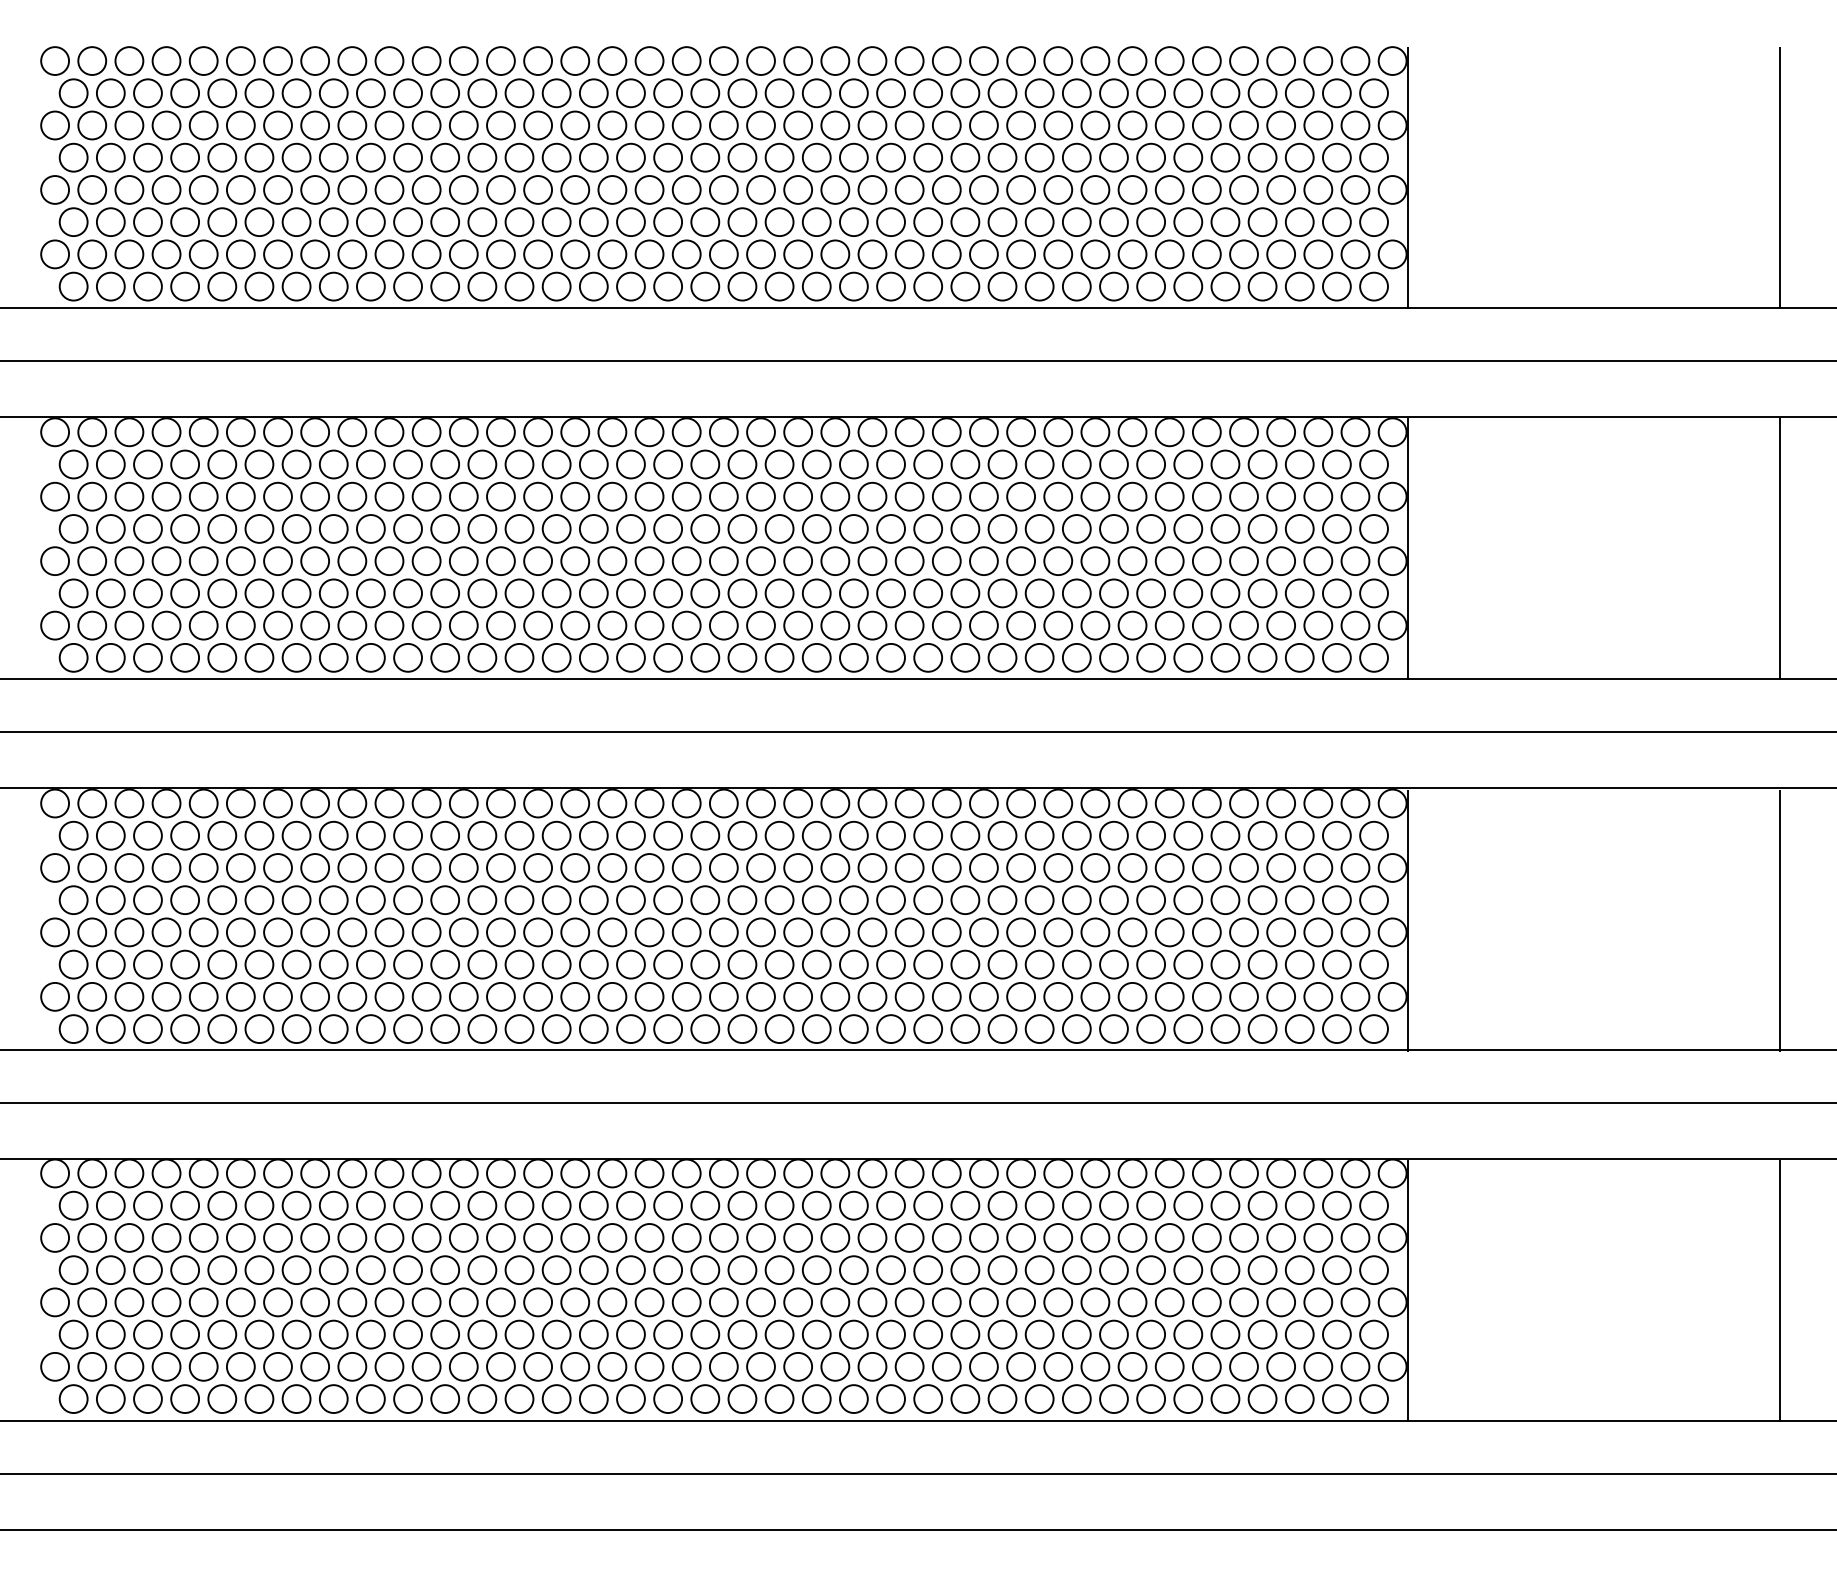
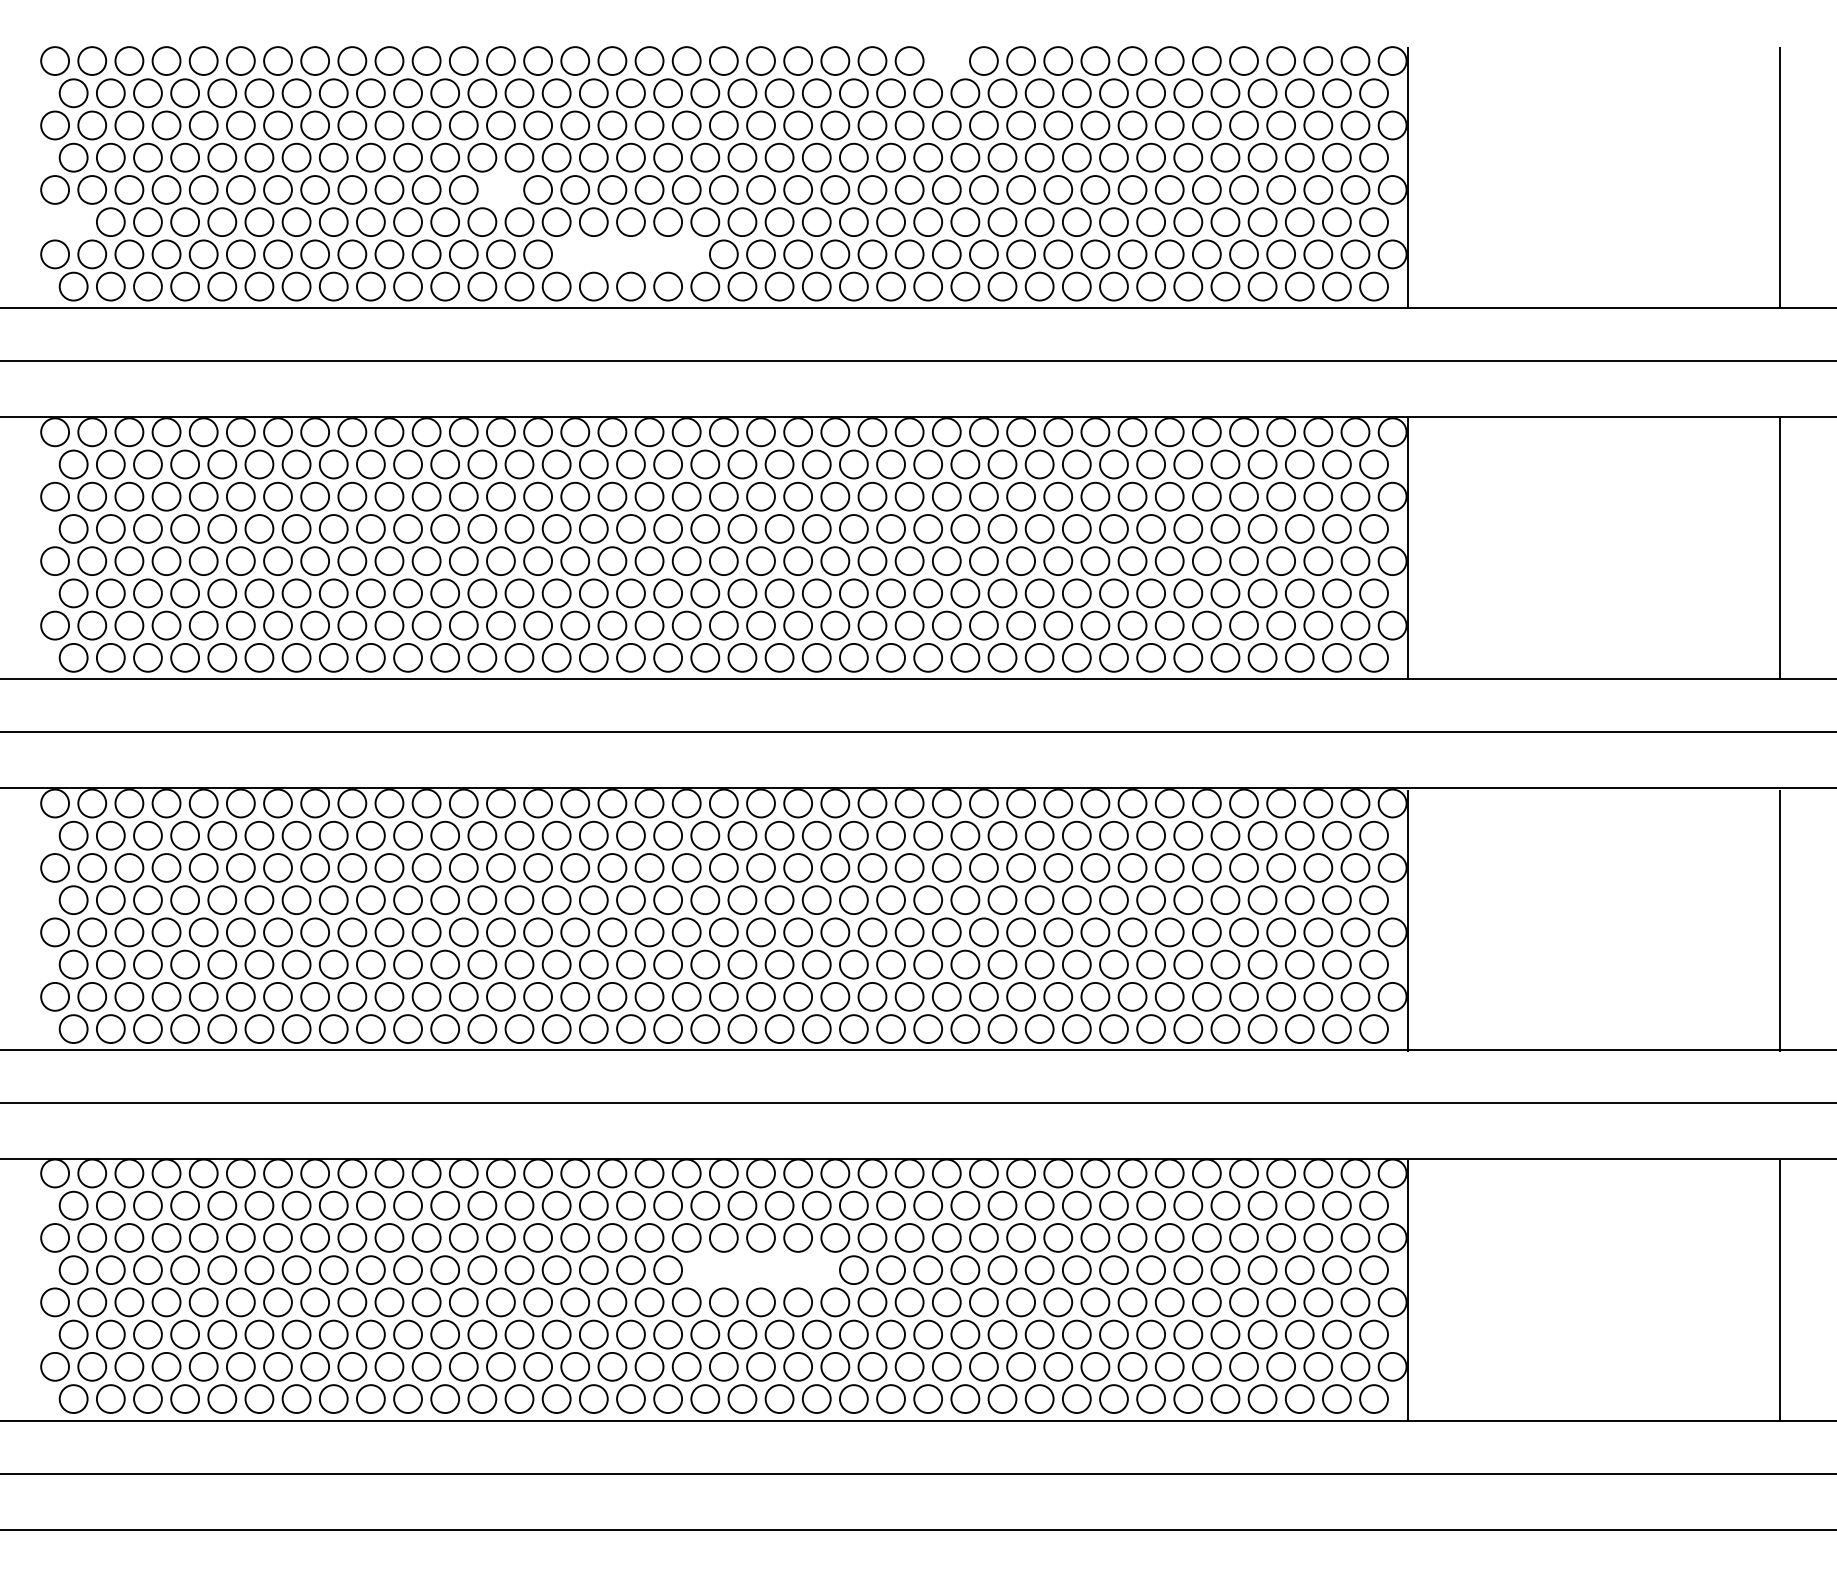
circle at (946, 60): present -> none
circle at (500, 189): present -> none
circle at (73, 221): present -> none
part at (630, 254): present -> none
part at (760, 1269): present -> none
